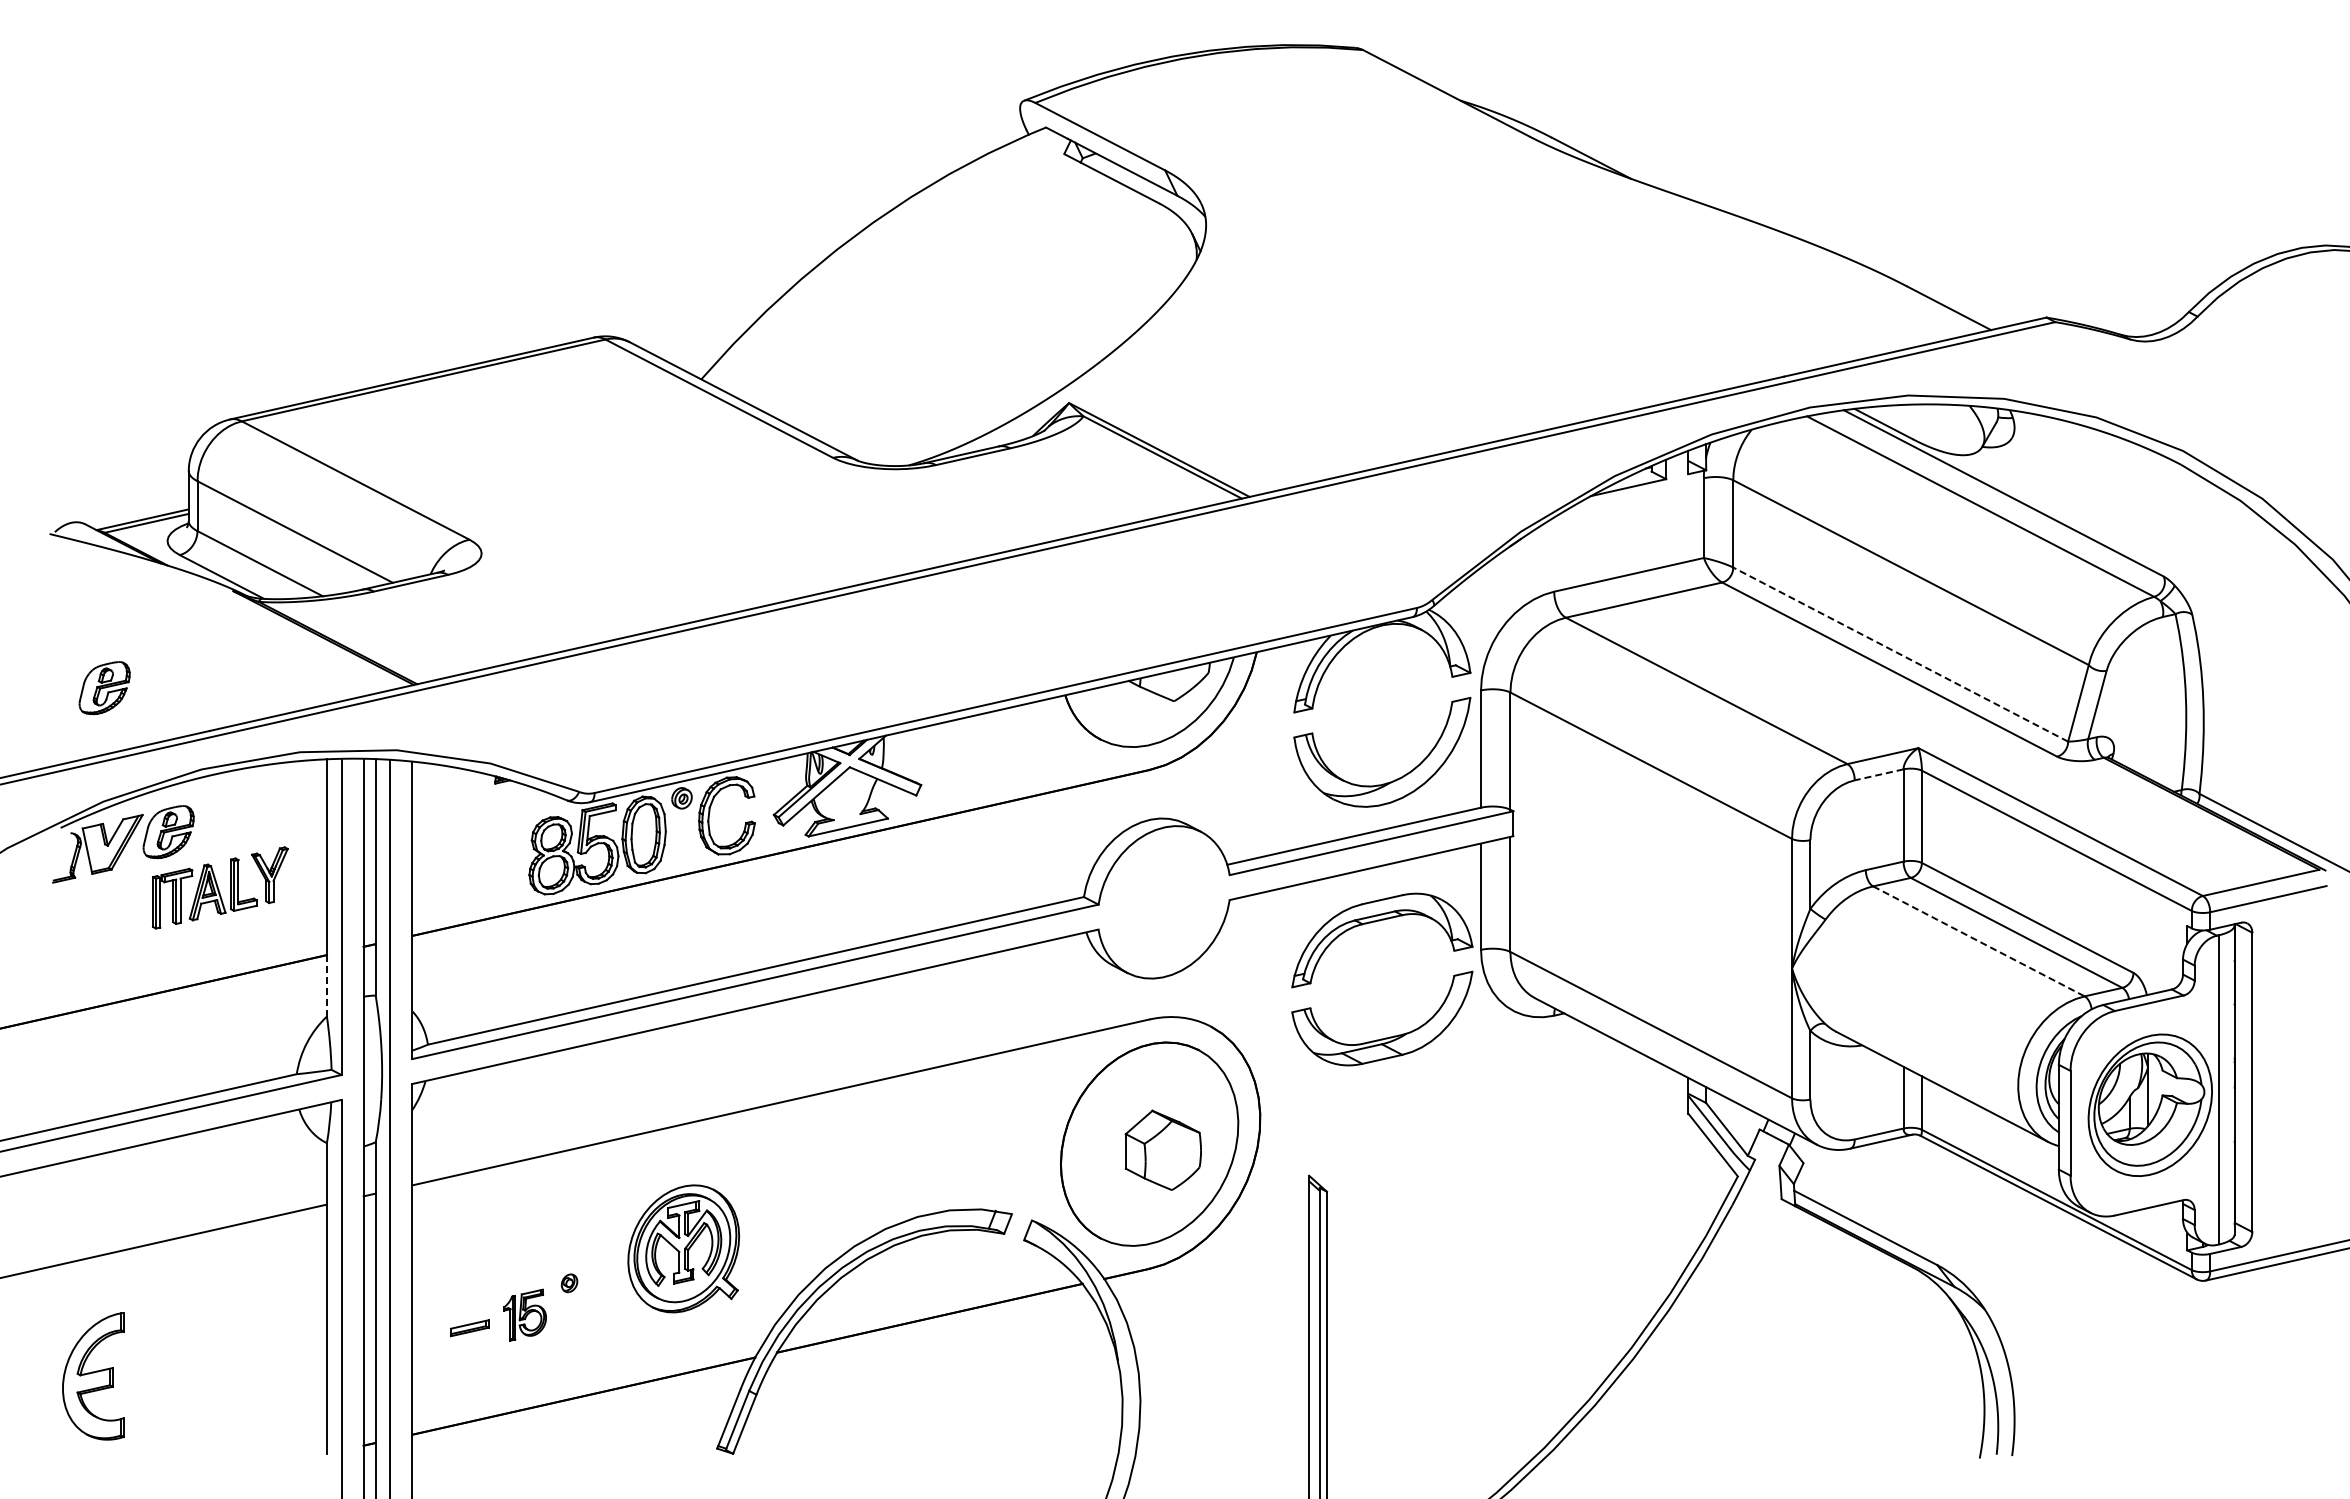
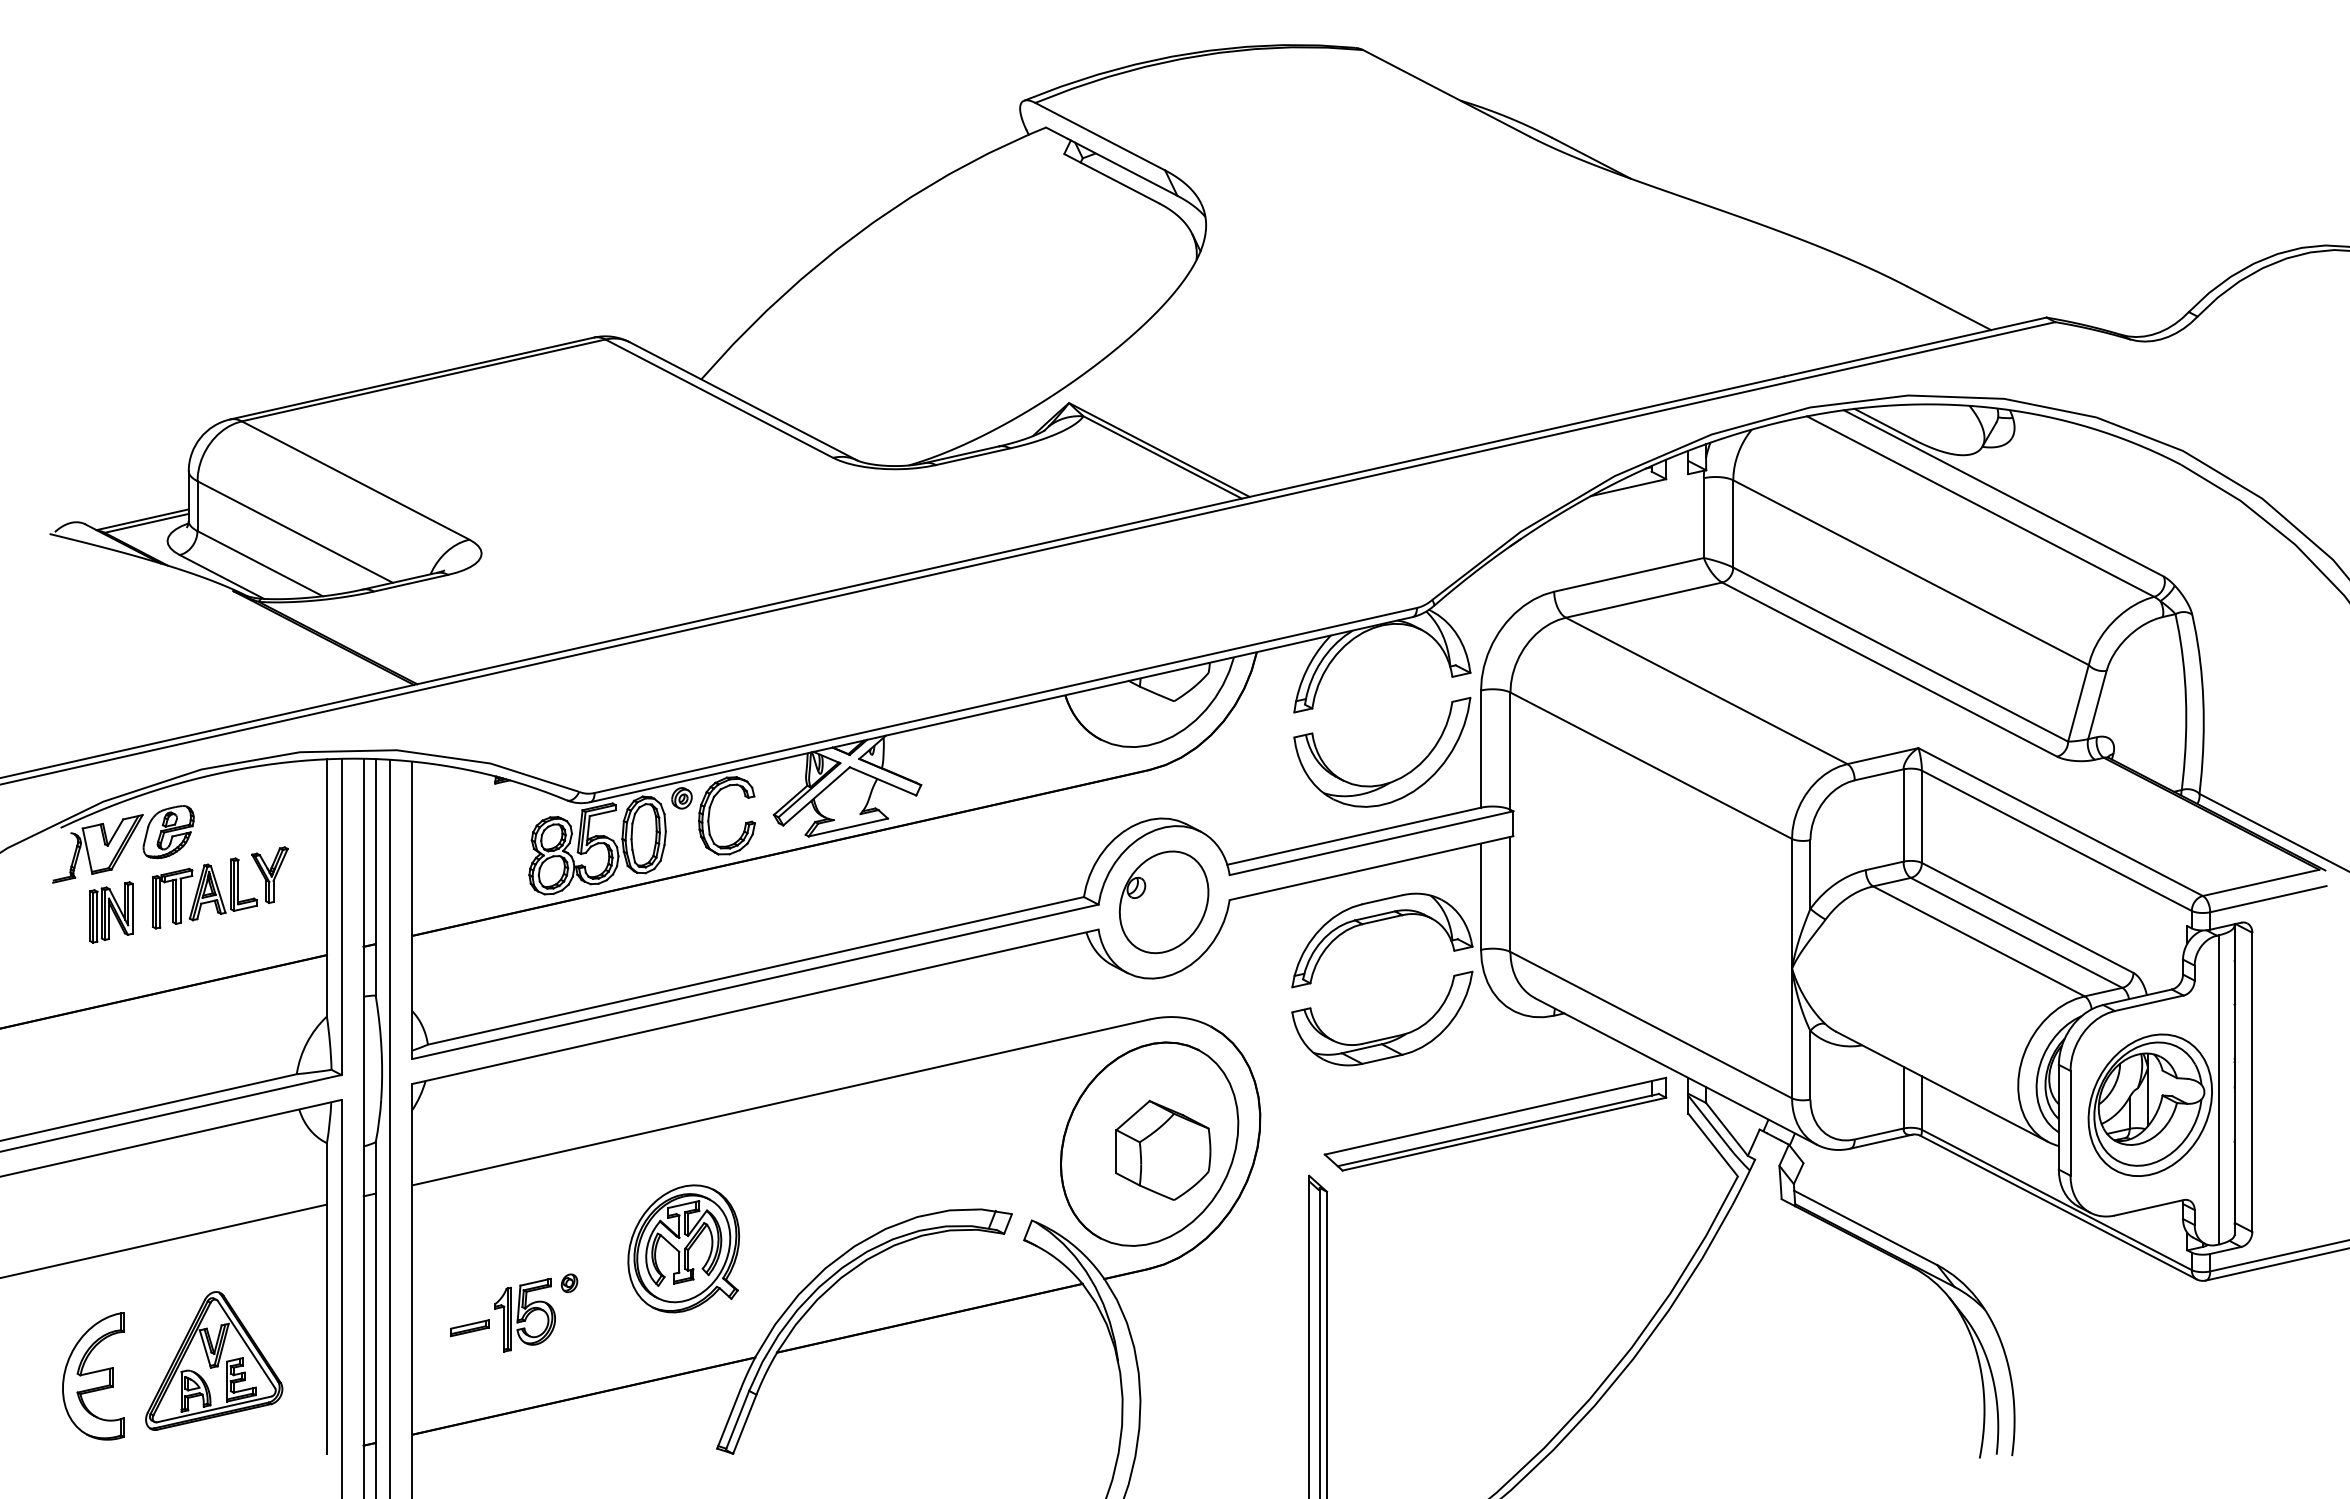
line at (1900, 654): dashed -> solid
part at (104, 688): present -> none
line at (1878, 774): dashed -> solid
part at (1163, 902): none -> present
part at (111, 912): none -> present
line at (1979, 941): dashed -> solid
line at (326, 985): dashed -> solid
part at (1495, 1123): none -> present
part at (1162, 1149) size: 78x82 px -> 97x102 px
part at (524, 1314) size: 44x54 px -> 62x76 px
part at (214, 1360): none -> present
